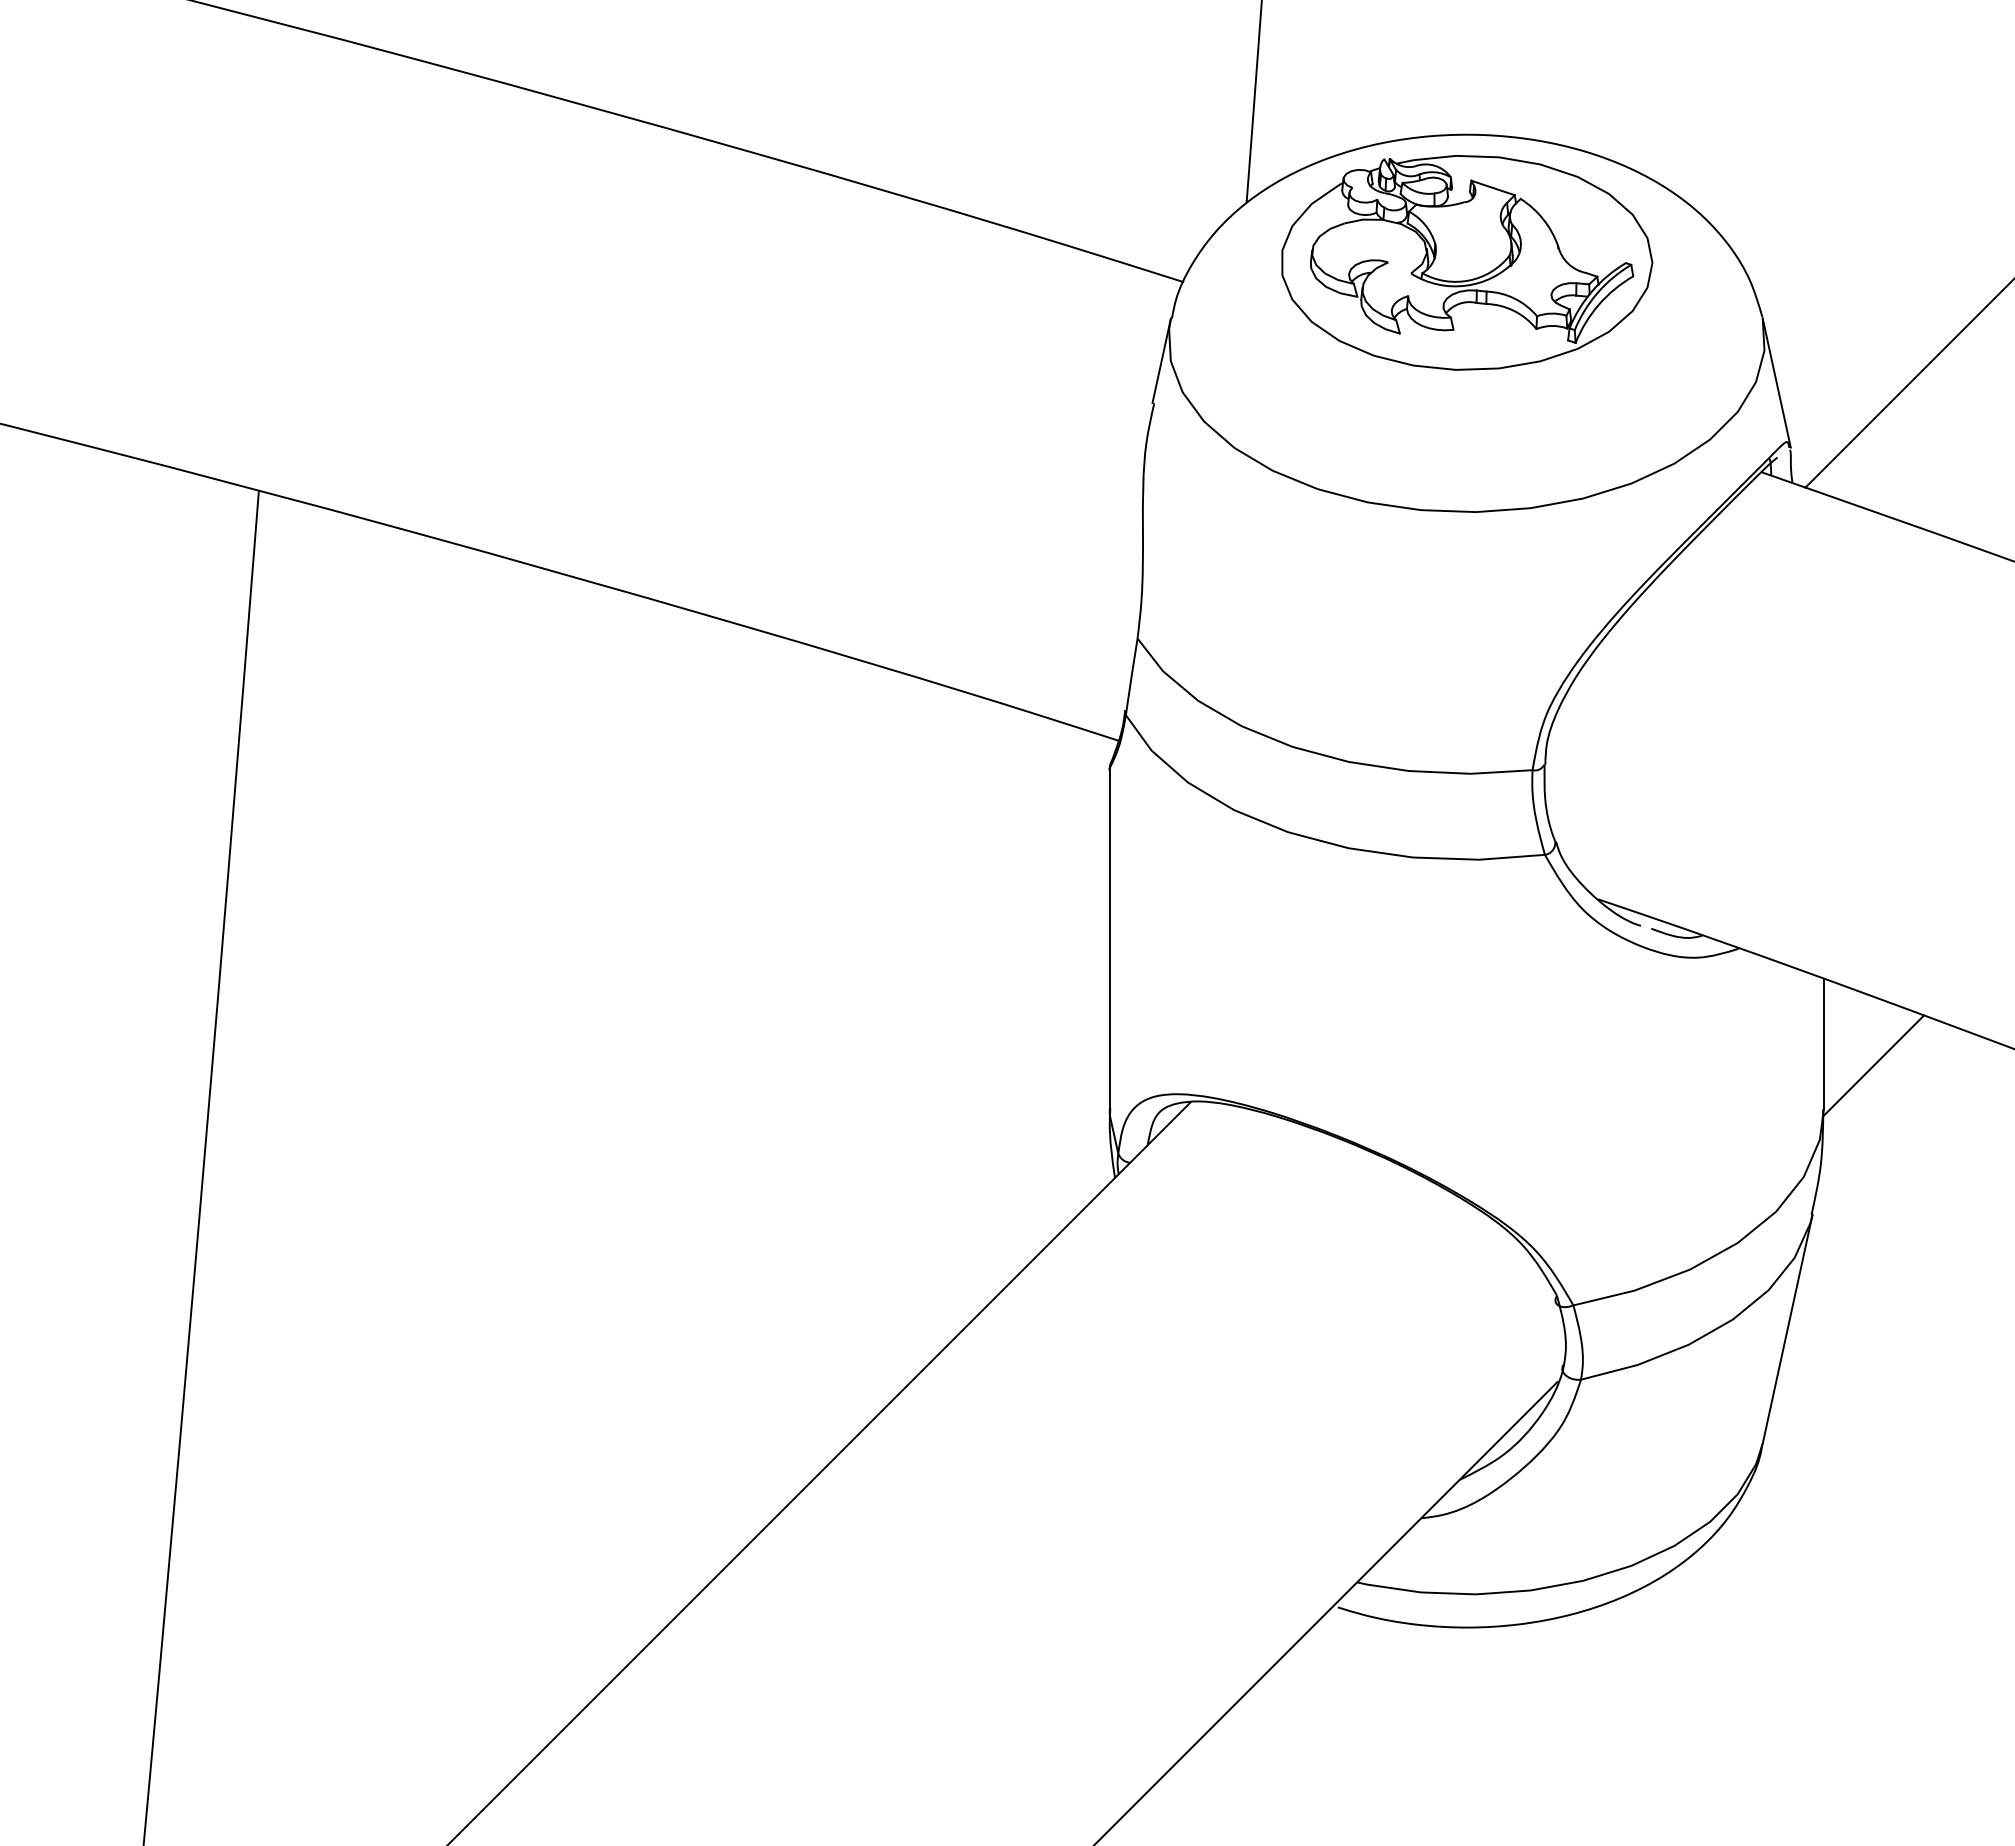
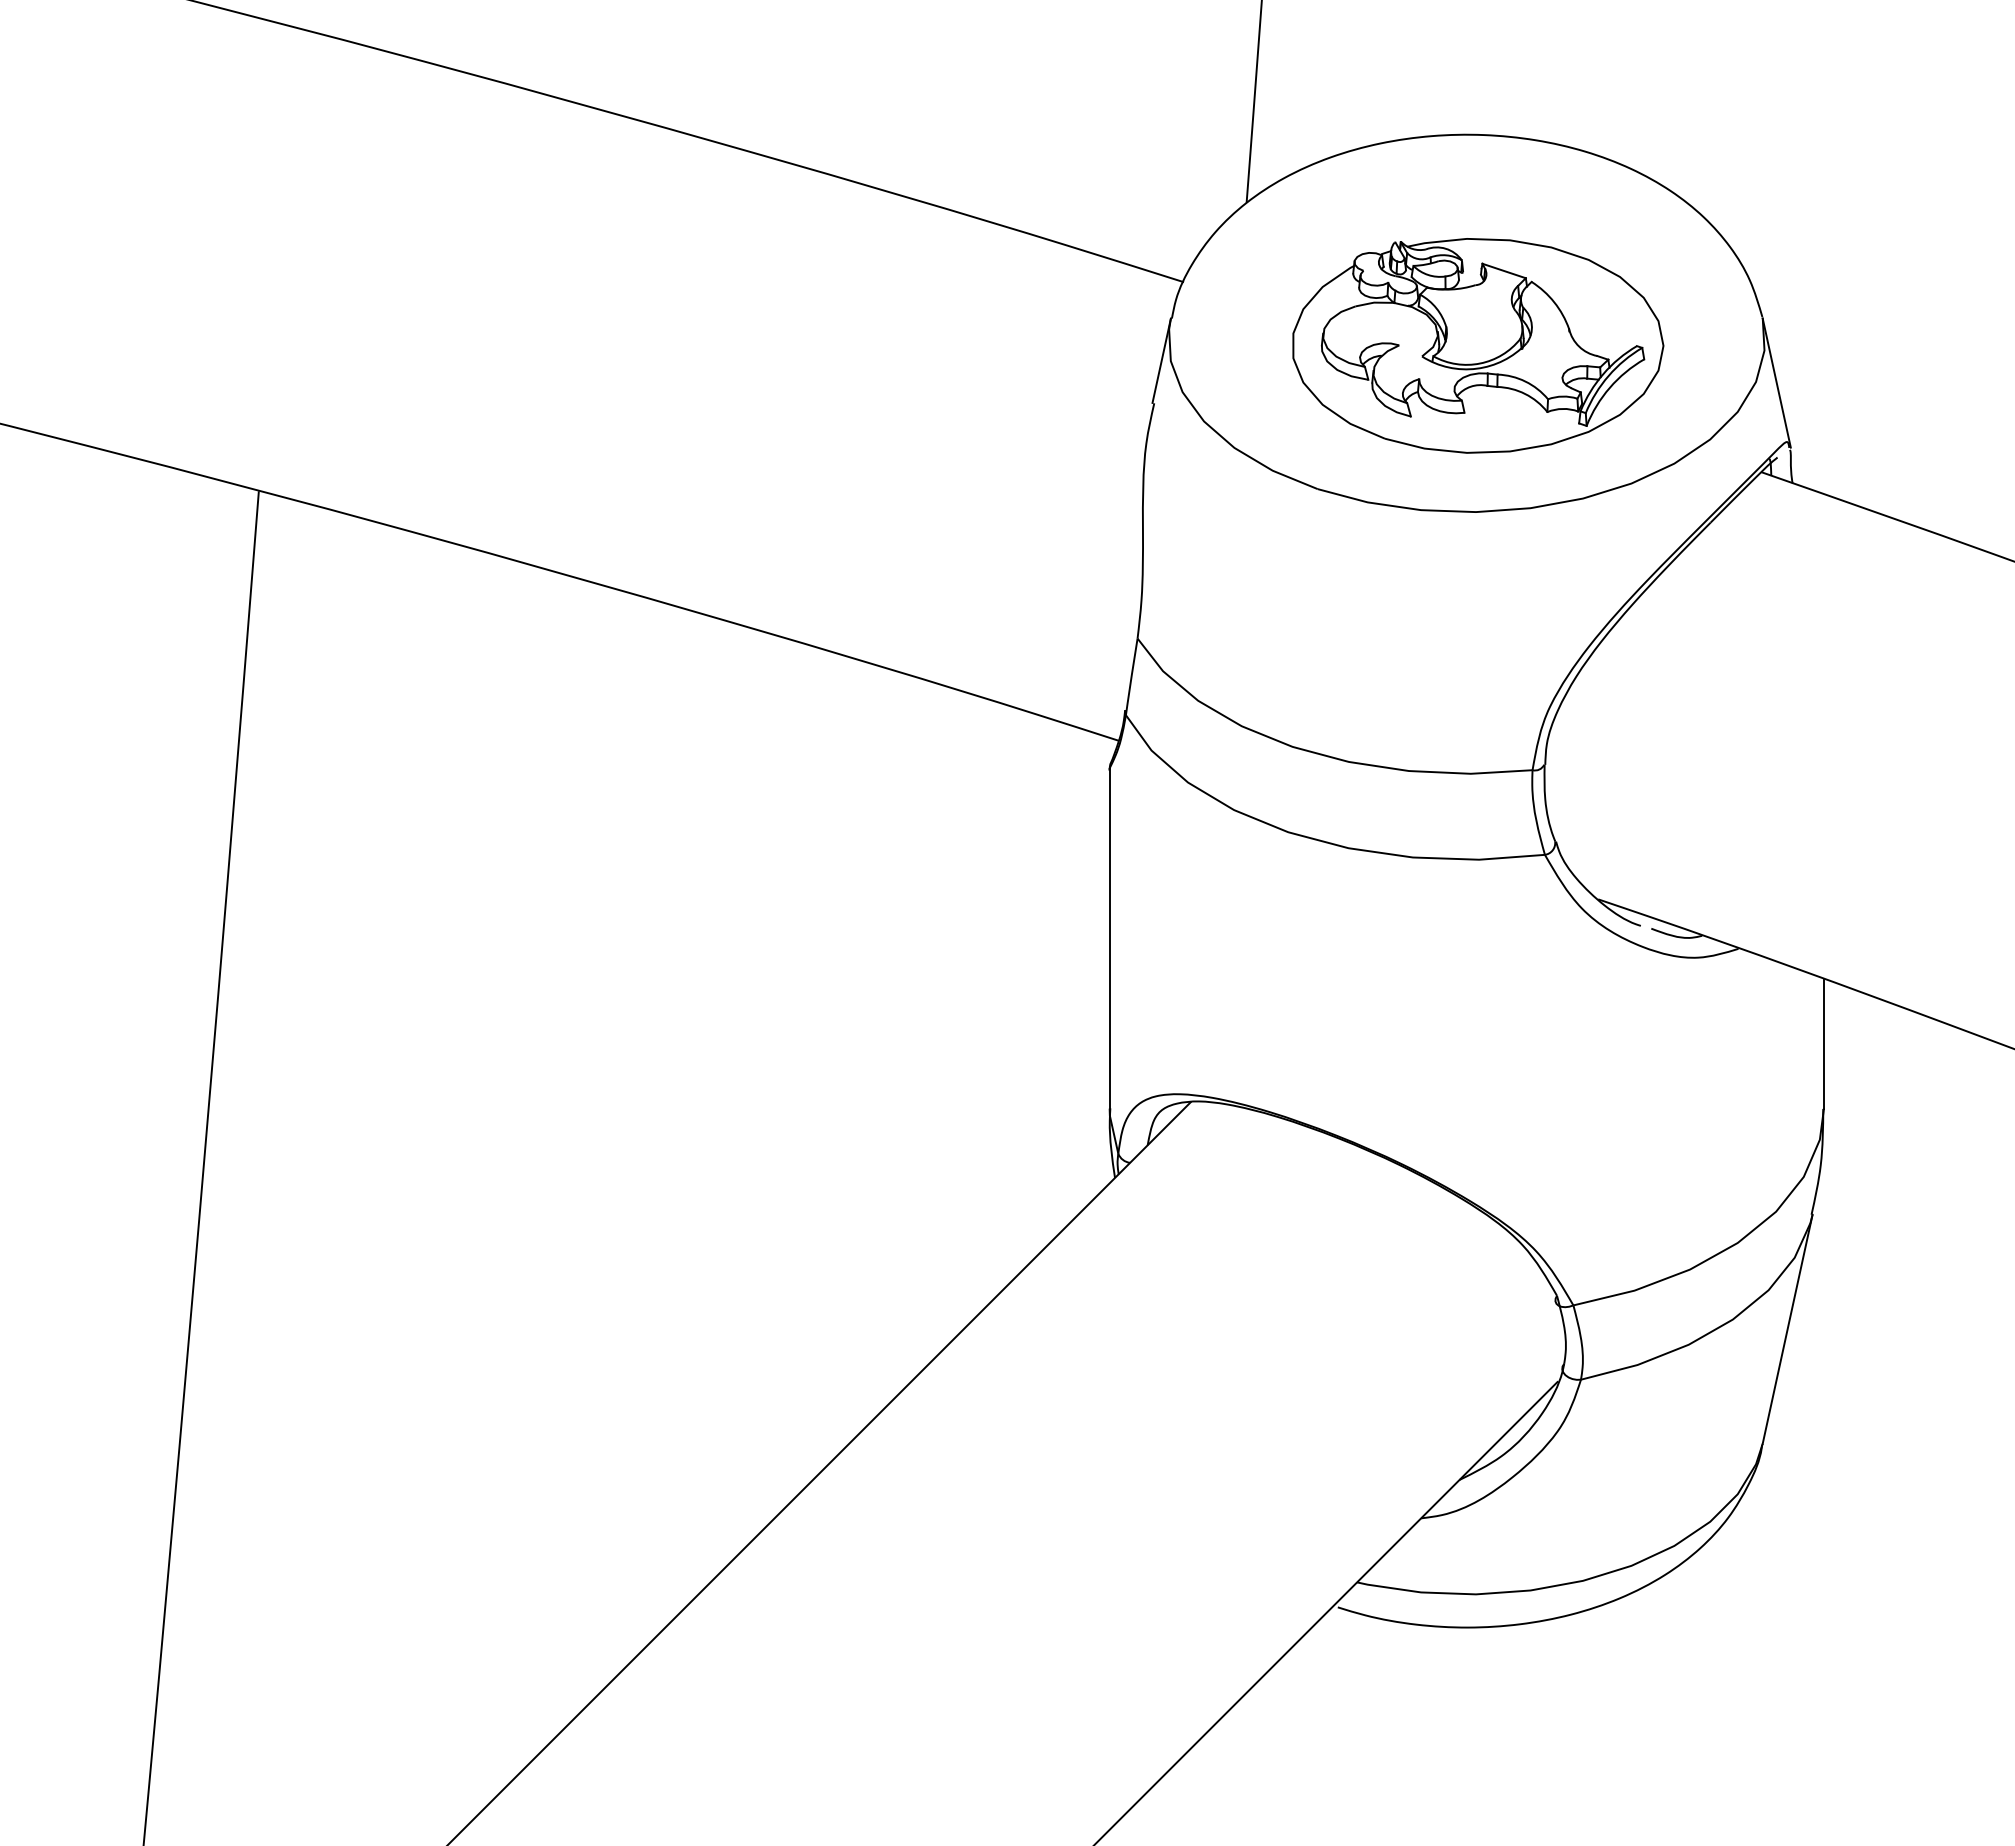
part at (1467, 262) position: (1467, 262) -> (1478, 345)
line at (1908, 384): present -> none
line at (1872, 1065): present -> none
